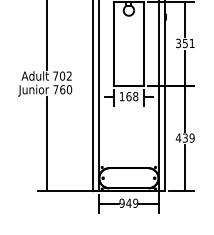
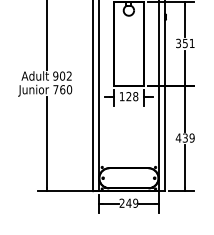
text at (55, 75): 702 -> 902
text at (128, 96): 168 -> 128
text at (121, 202): 949 -> 249
